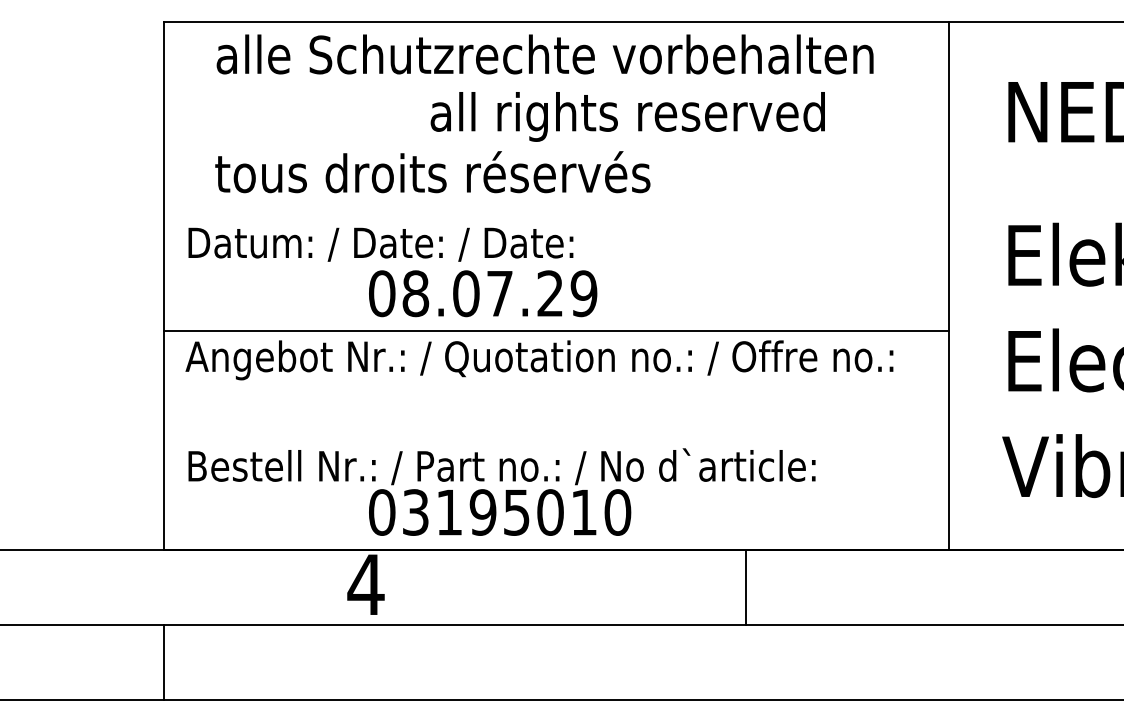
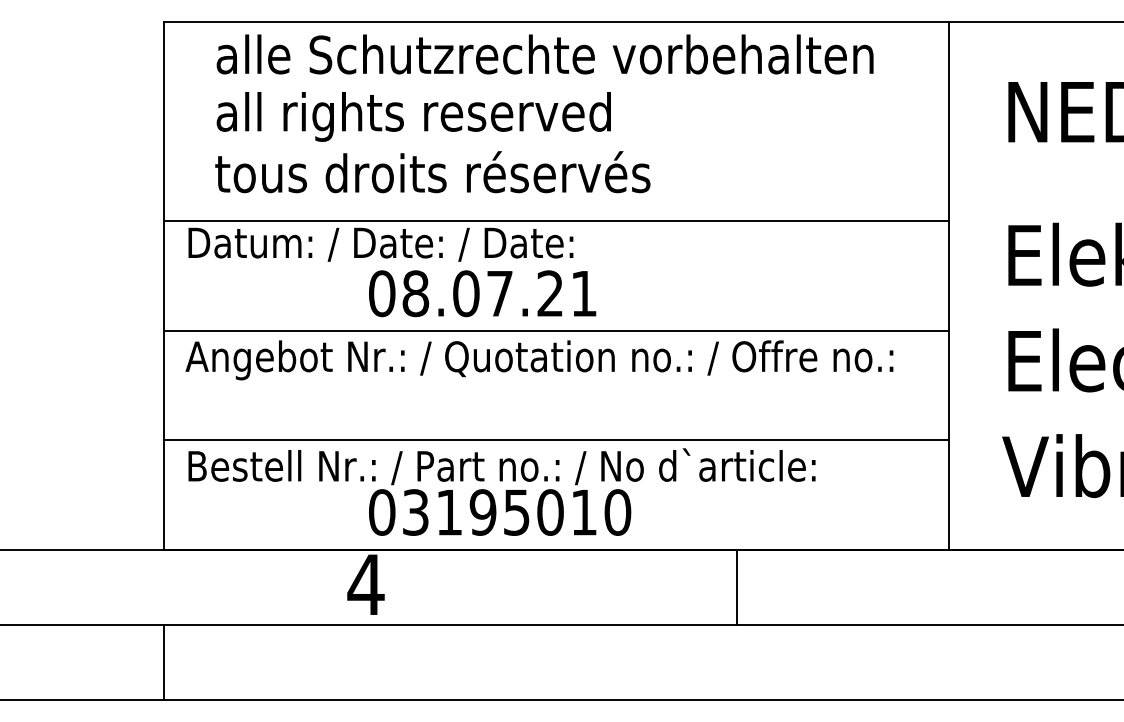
text at (627, 116) position: (627, 116) -> (413, 116)
line at (556, 221): none -> present
text at (583, 293): 08.07.29 -> 08.07.21
line at (556, 440): none -> present
line at (746, 586) position: (746, 586) -> (737, 586)
